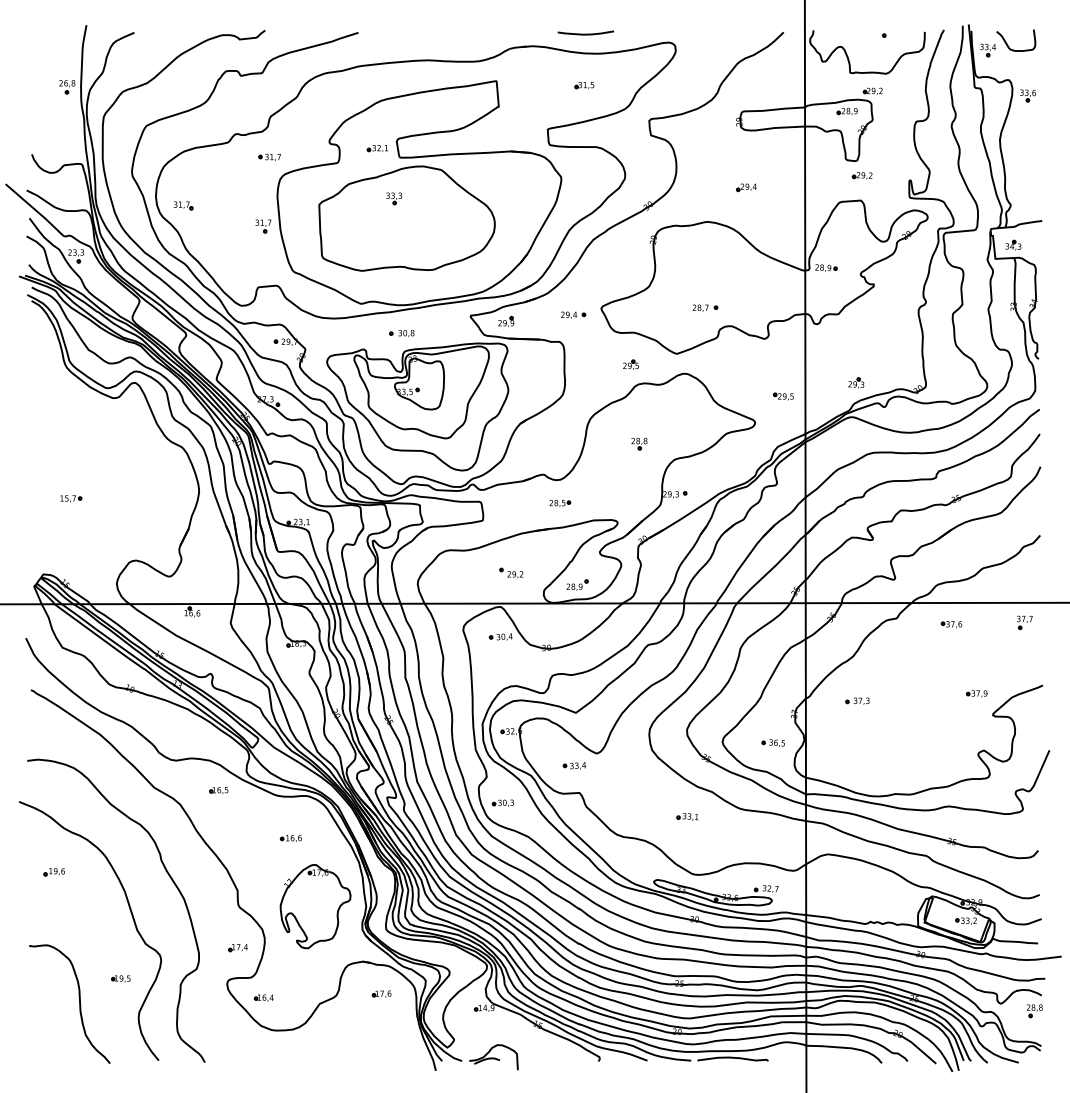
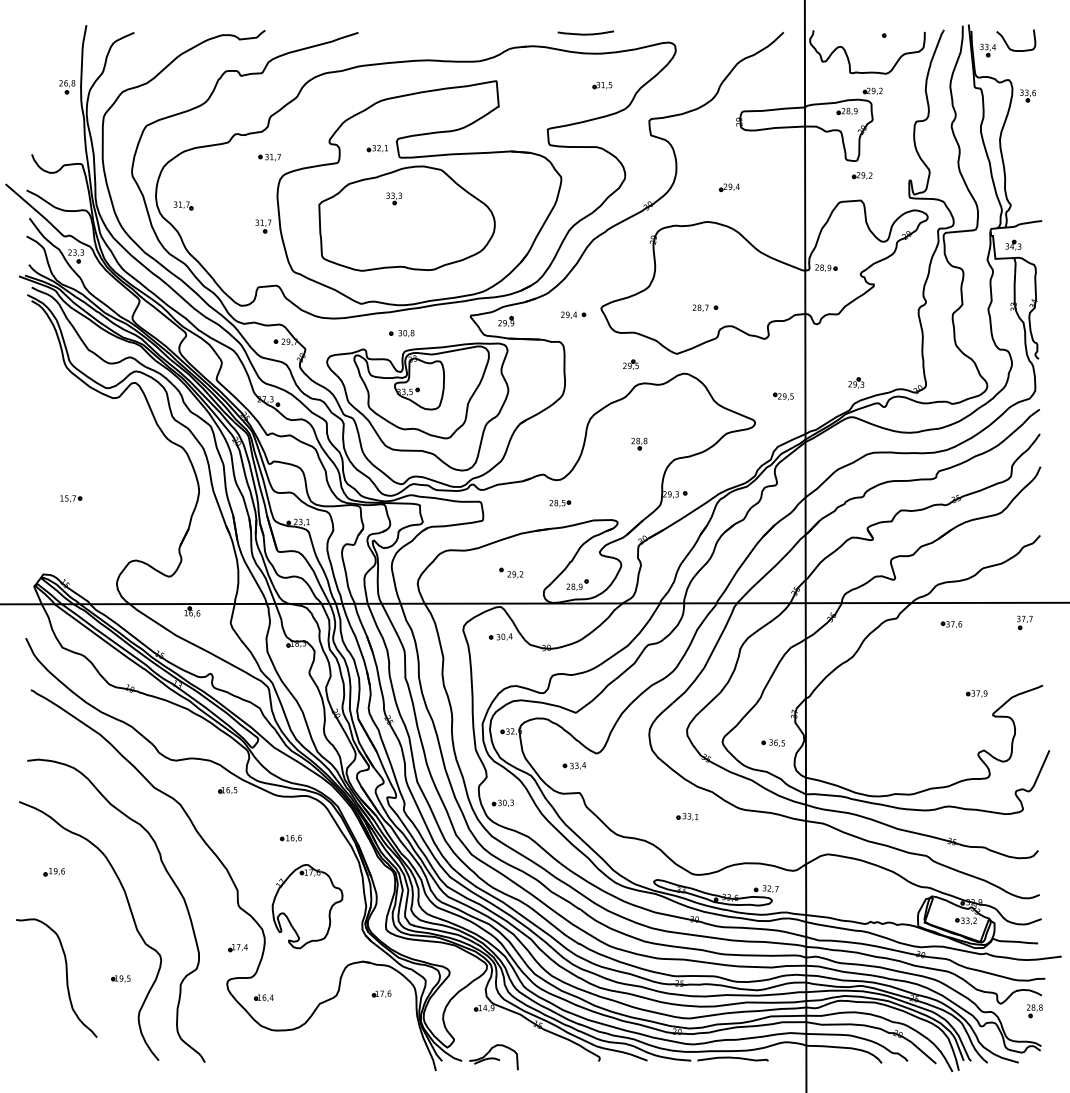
part at (584, 85) position: (584, 85) -> (602, 85)
part at (746, 187) position: (746, 187) -> (729, 187)
part at (857, 700): present -> none
part at (218, 790) position: (218, 790) -> (227, 790)
part at (315, 906) position: (315, 906) -> (307, 906)
curve at (79, 1003) position: (79, 1003) -> (66, 977)
